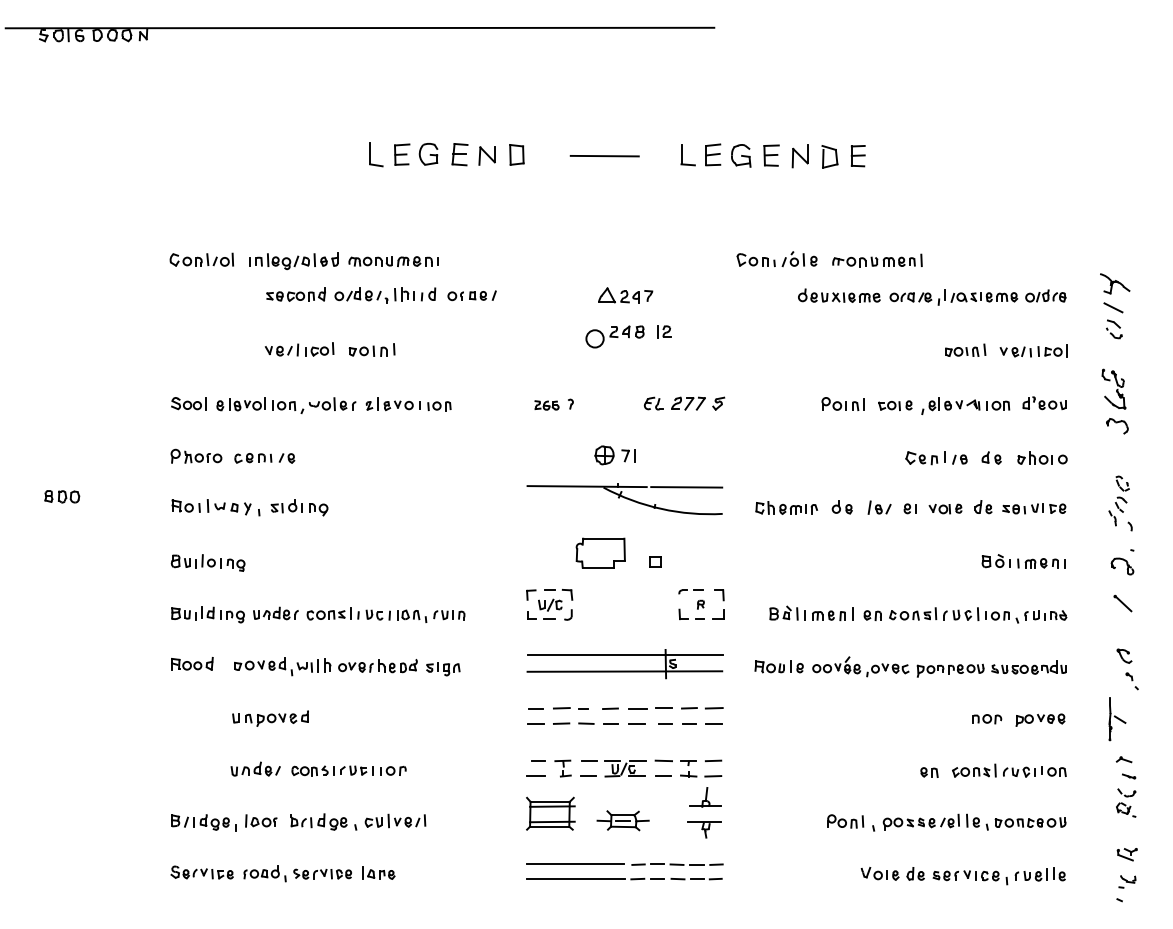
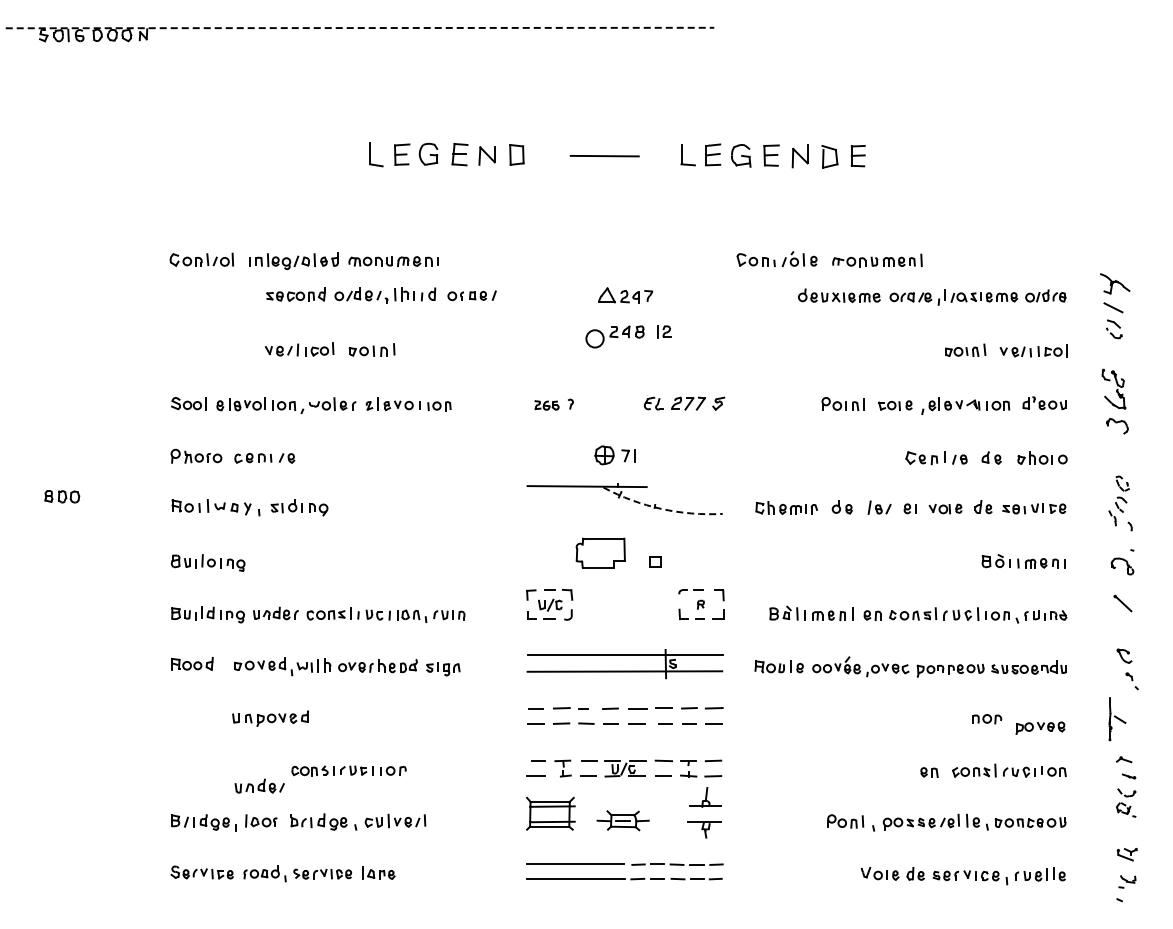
line at (360, 28): solid -> dashed
line at (686, 487): present -> none
arc at (661, 508): solid -> dashed
part at (1040, 719) position: (1040, 719) -> (1040, 727)
part at (255, 768) position: (255, 768) -> (259, 785)
